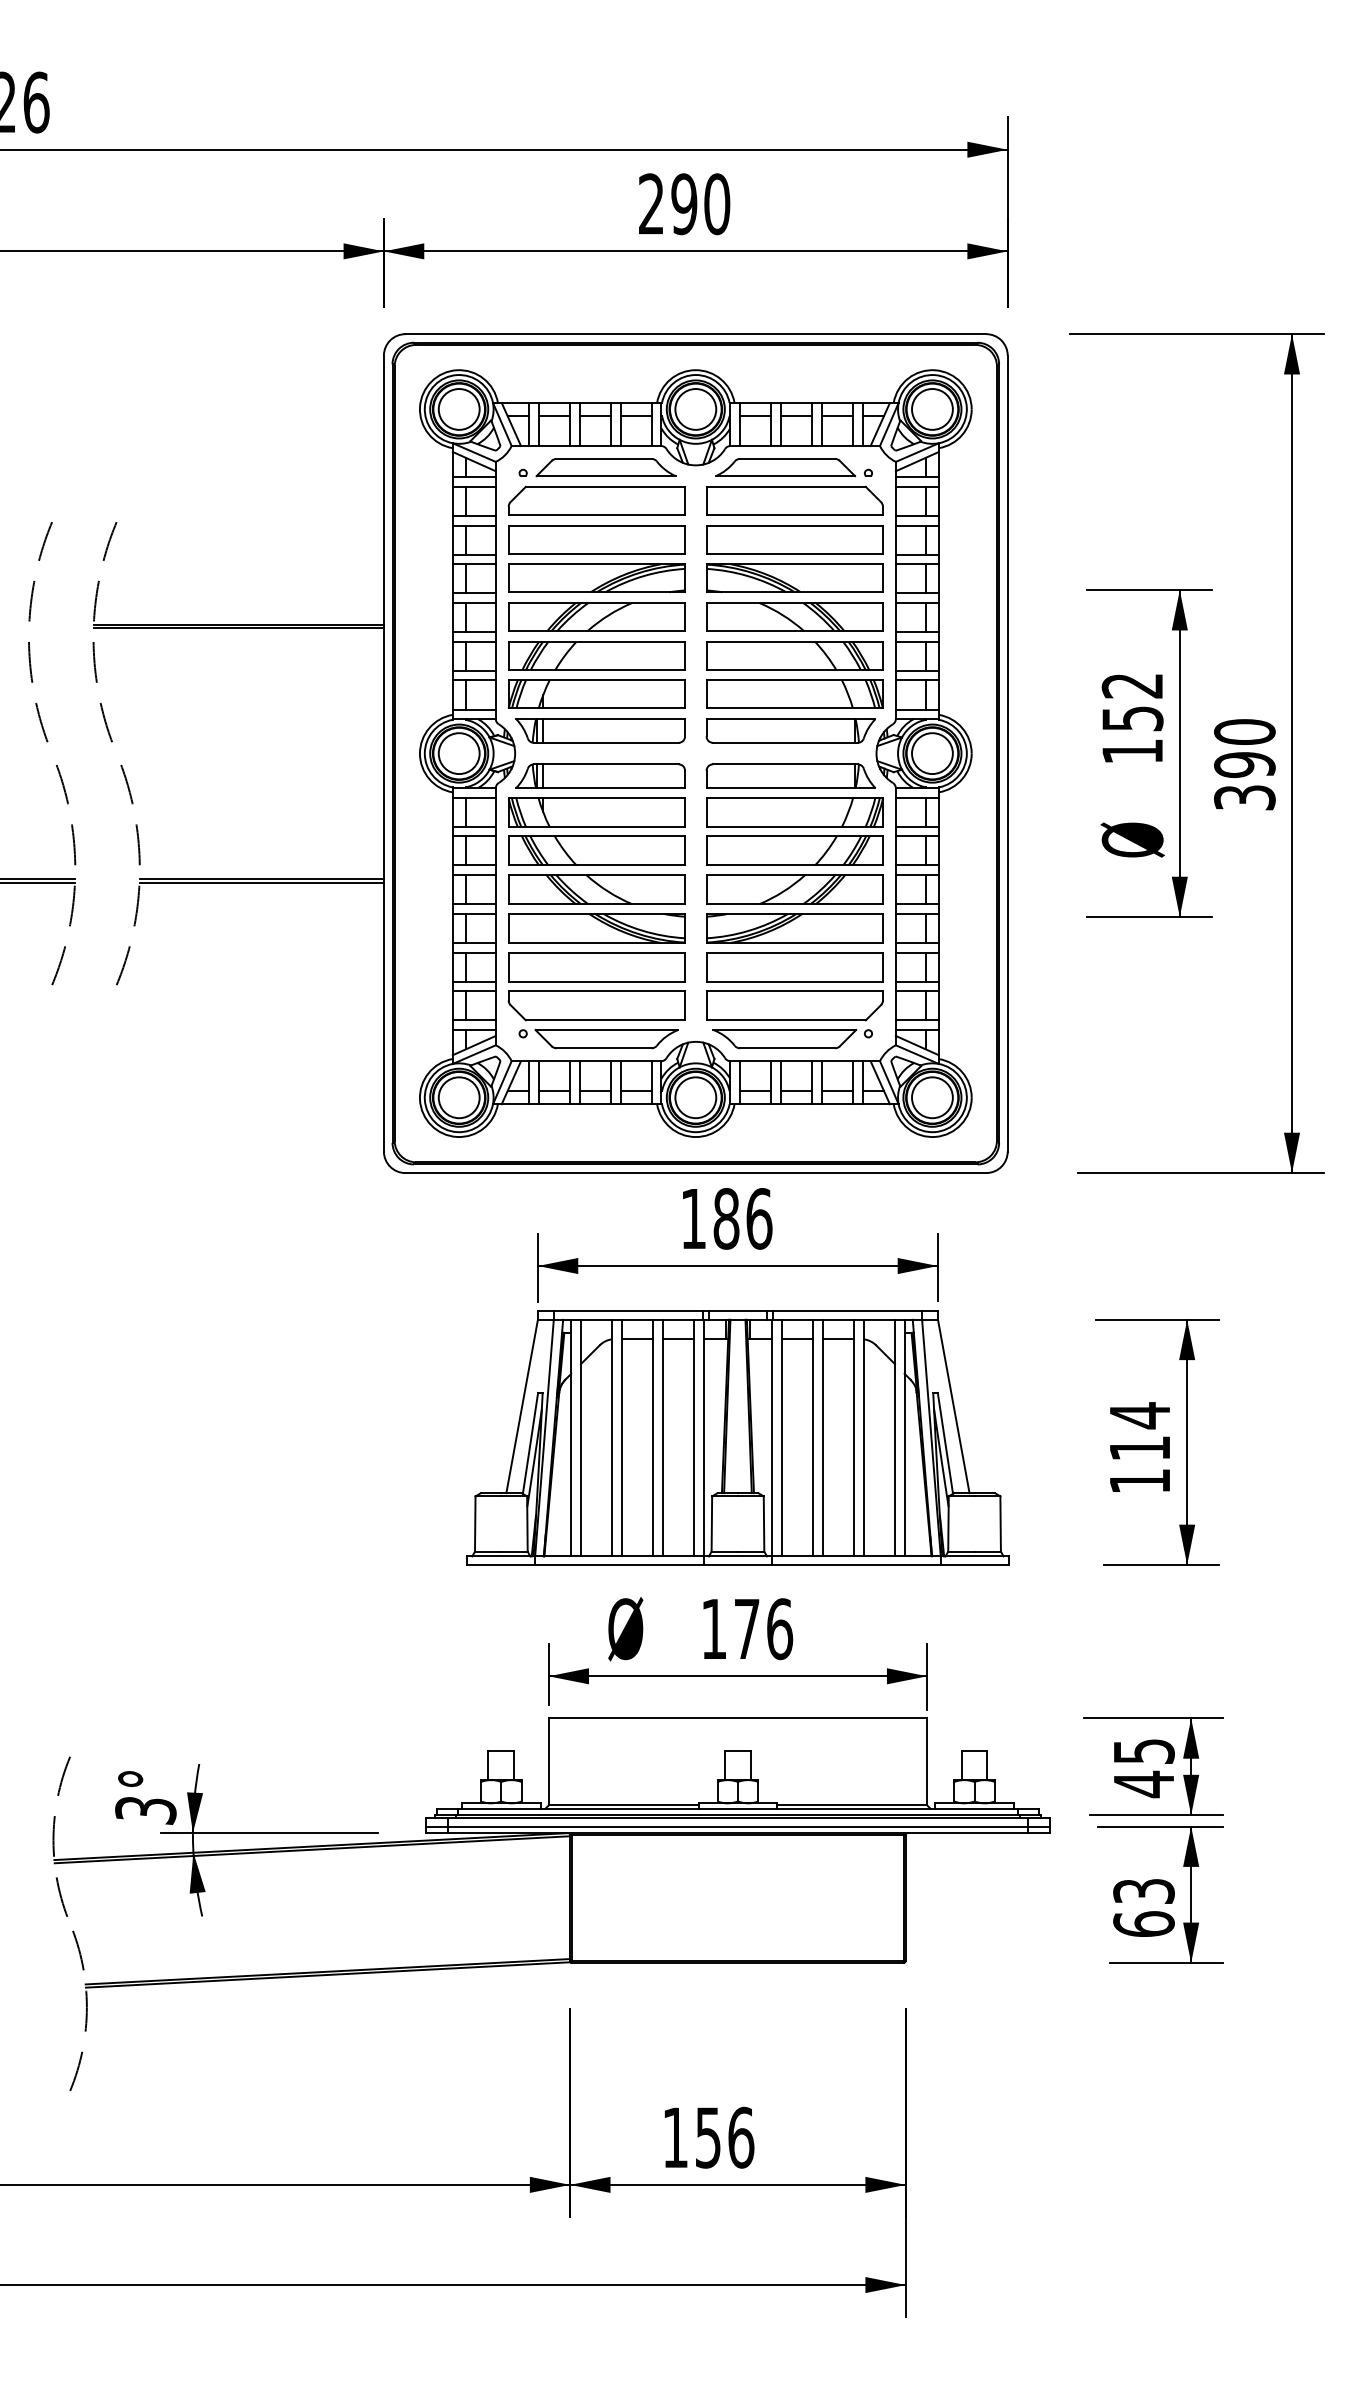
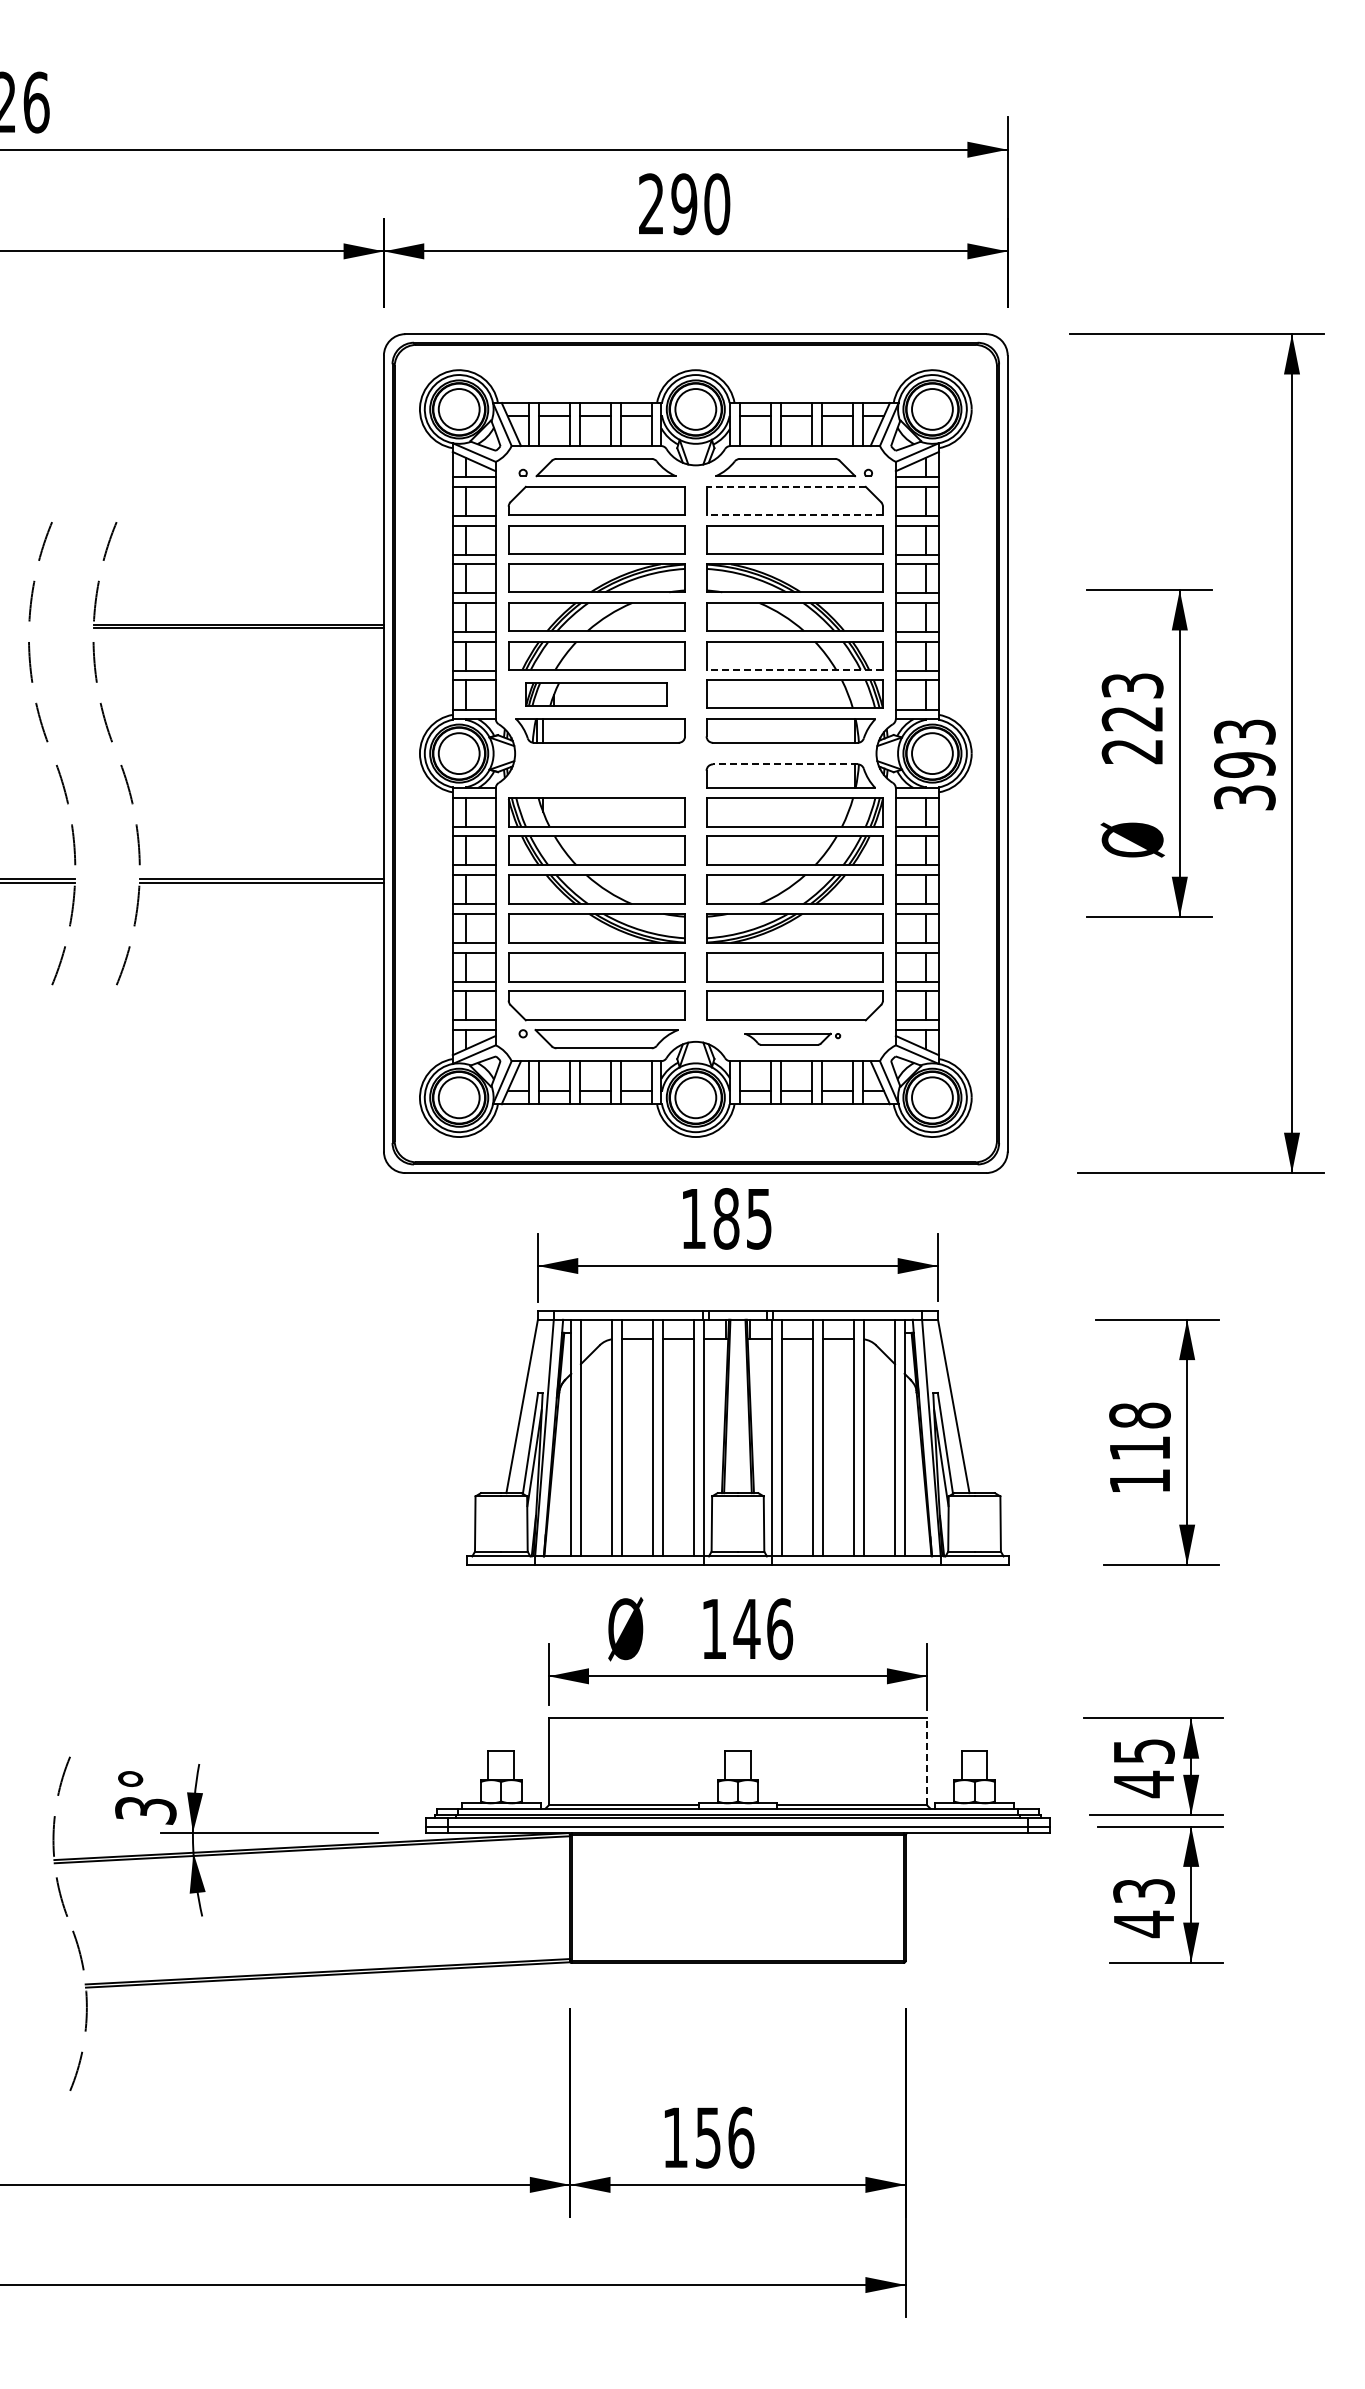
line at (786, 486): solid -> dashed
line at (794, 514): solid -> dashed
line at (794, 669): solid -> dashed
part at (596, 693) size: 178x30 px -> 143x25 px
text at (1132, 718): 152 -> 223
text at (1244, 731): 390 -> 393
line at (784, 764): solid -> dashed
part at (600, 775): present -> none
part at (792, 1039) size: 161x21 px -> 98x14 px
text at (759, 1218): 186 -> 185
text at (1139, 1415): 114 -> 118
text at (746, 1628): 176 -> 146
line at (927, 1761): solid -> dashed
text at (1143, 1924): 63 -> 43
